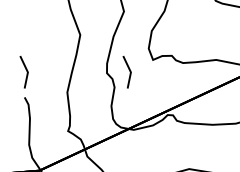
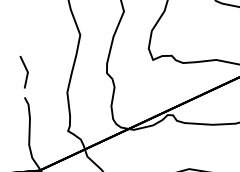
line at (129, 72): present -> none
